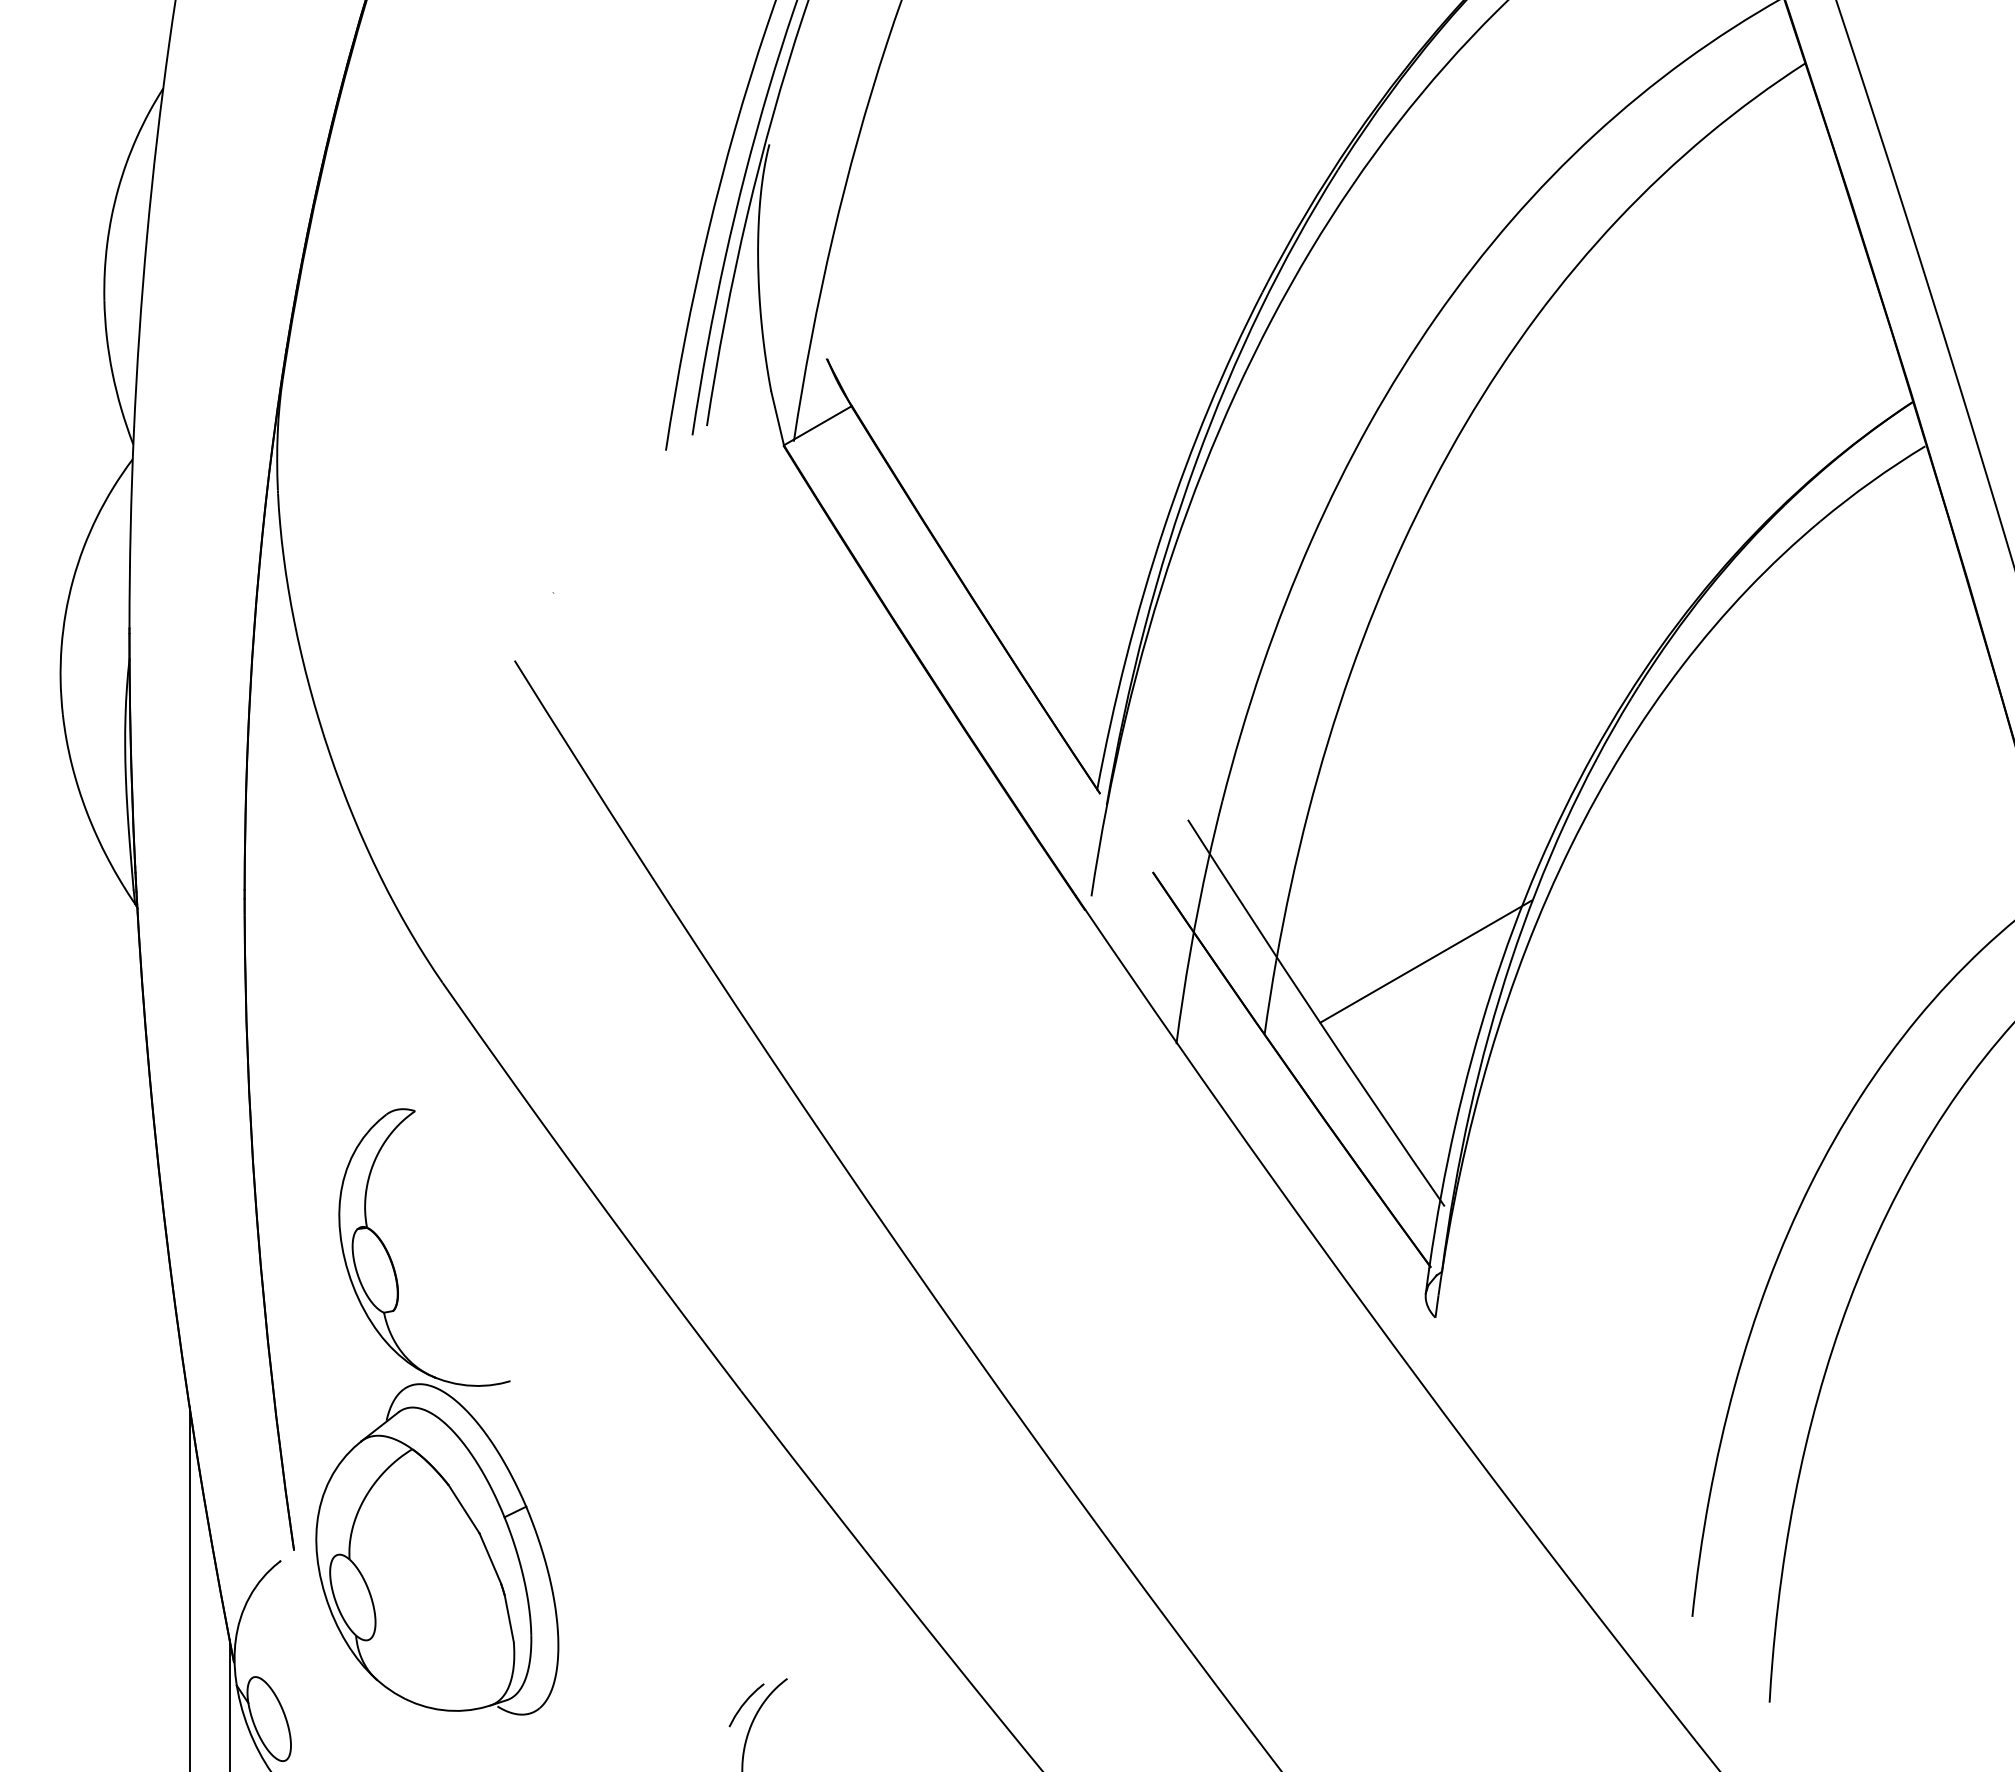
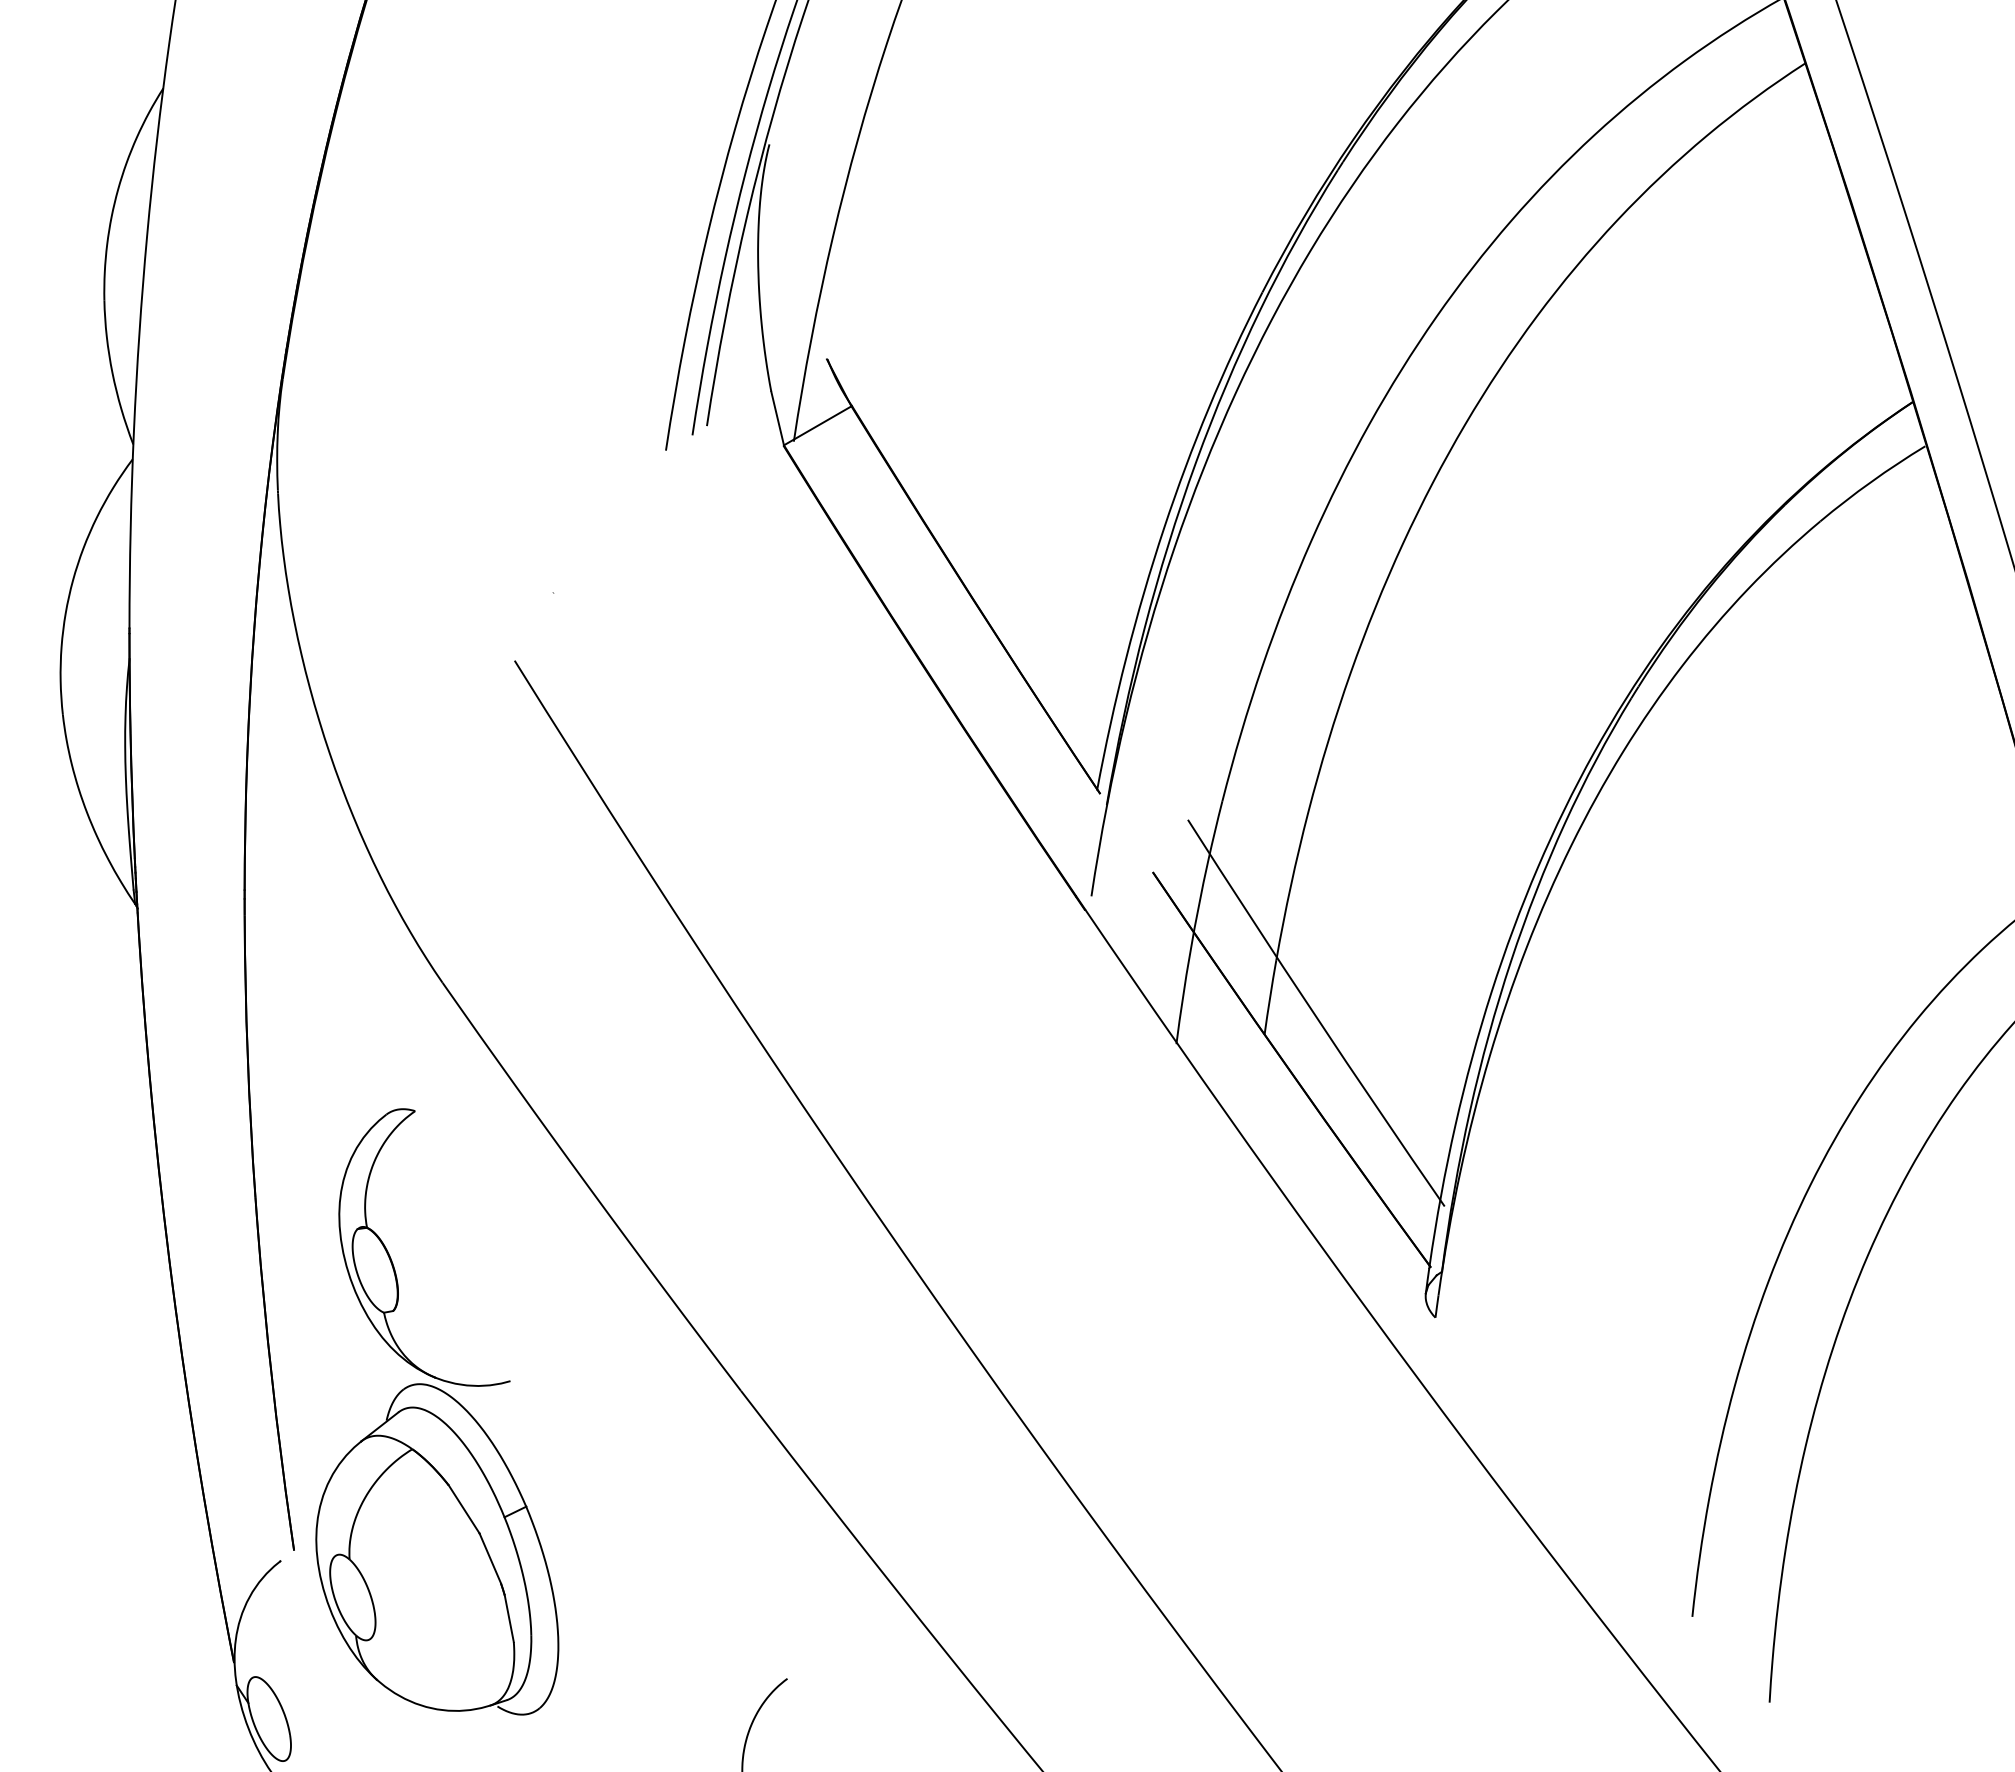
line at (1425, 961): present -> none
line at (190, 1587): present -> none
line at (230, 1703): present -> none
curve at (745, 1703): present -> none
